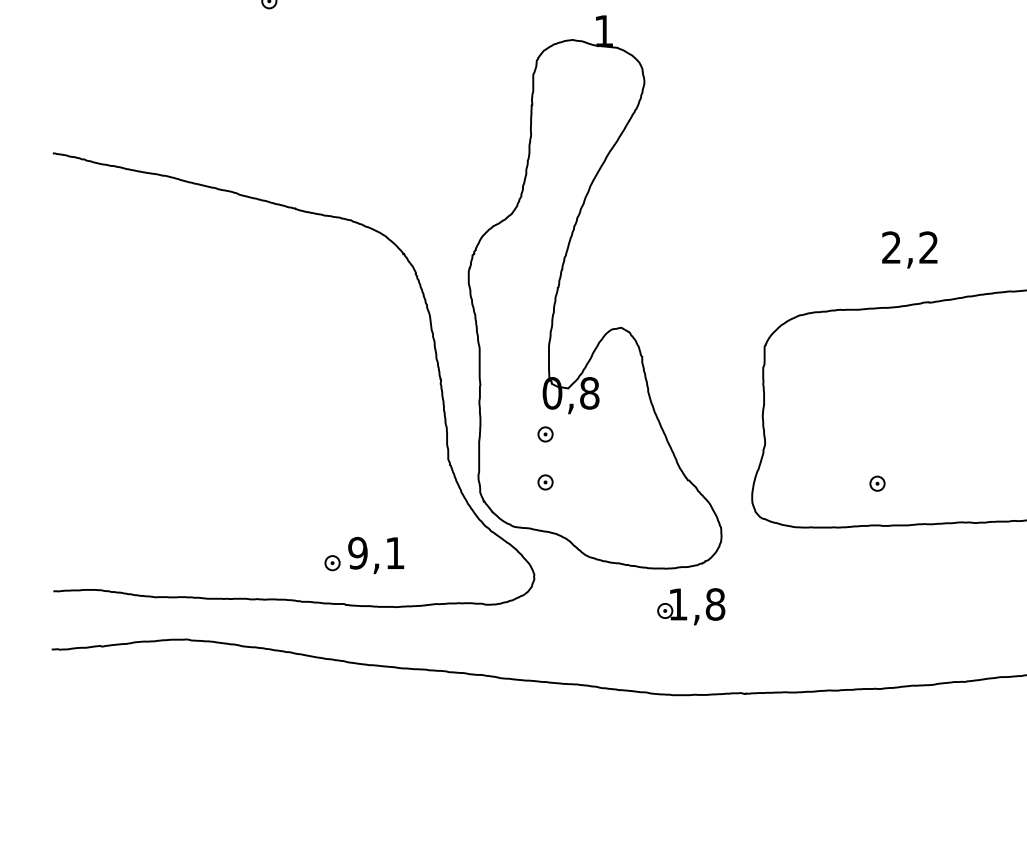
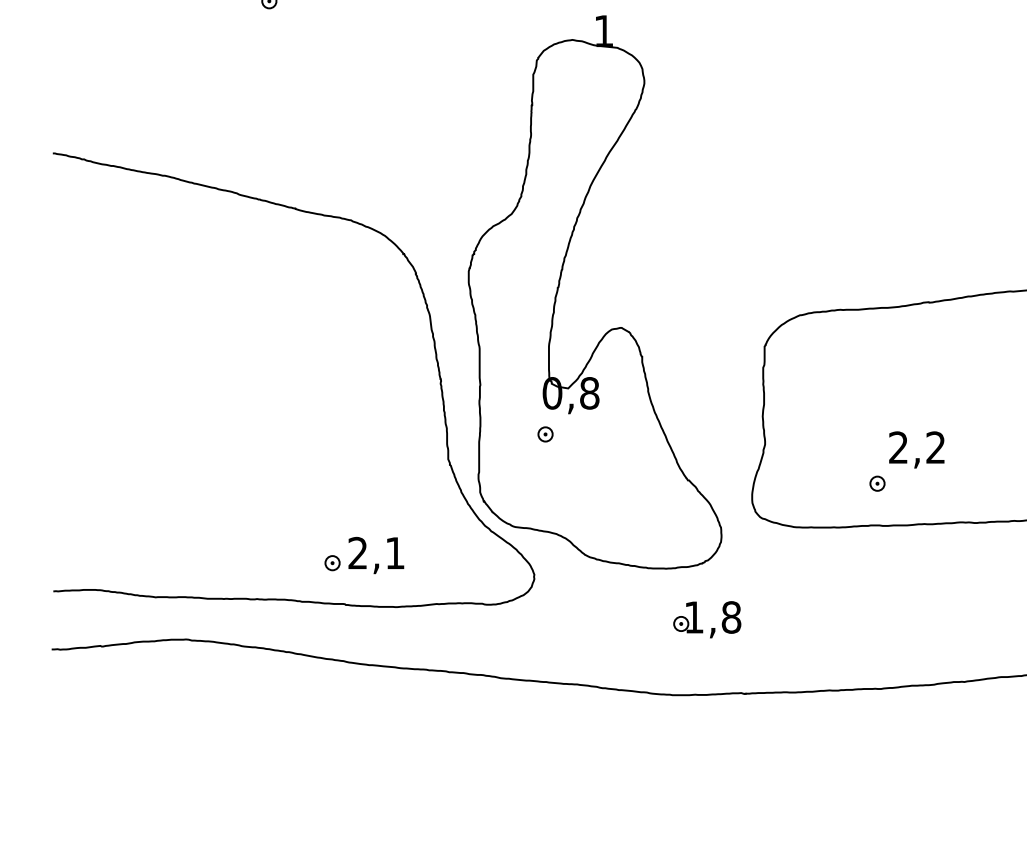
text at (909, 249) position: (909, 249) -> (916, 449)
part at (545, 482): present -> none
text at (357, 553): 9,1 -> 2,1
part at (695, 615) position: (695, 615) -> (711, 628)
